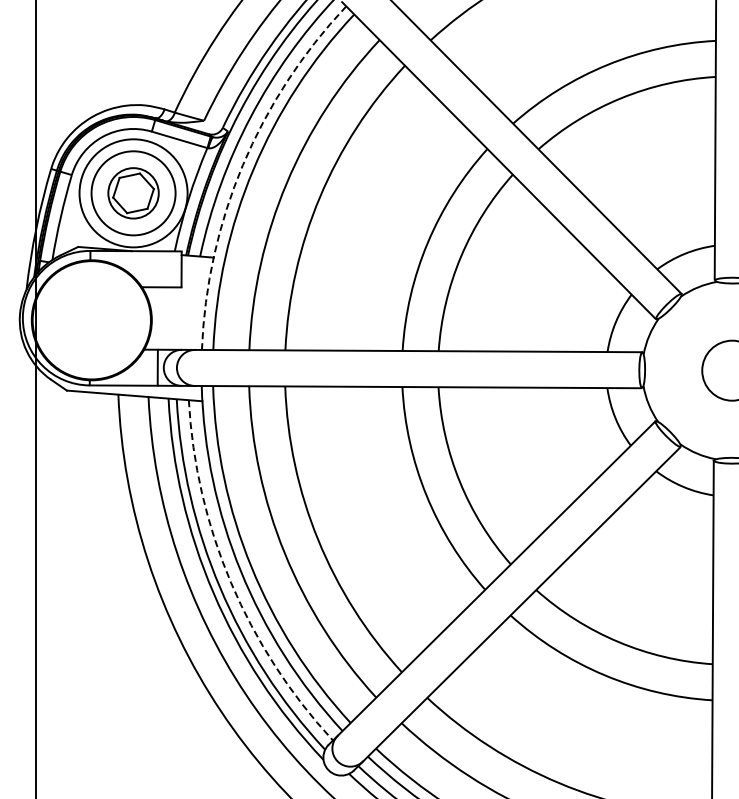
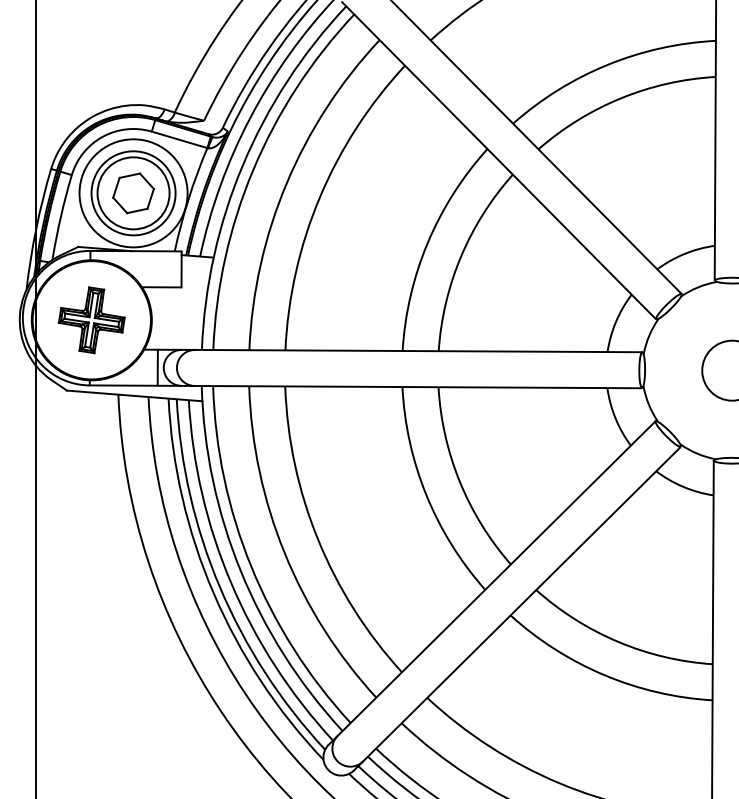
arc at (242, 165): dashed -> solid
circle at (133, 193) diameter: 50 px -> 72 px
part at (91, 320): none -> present
arc at (231, 582): dashed -> solid
